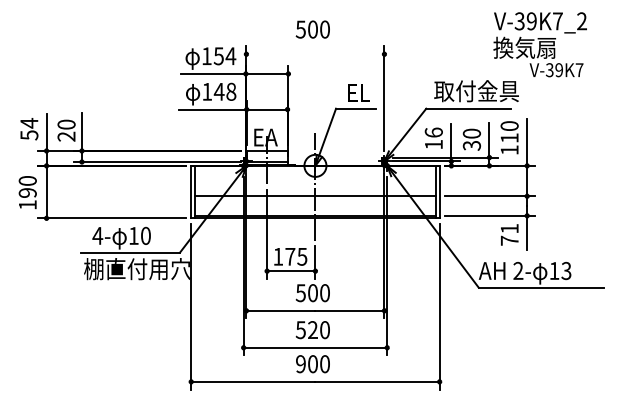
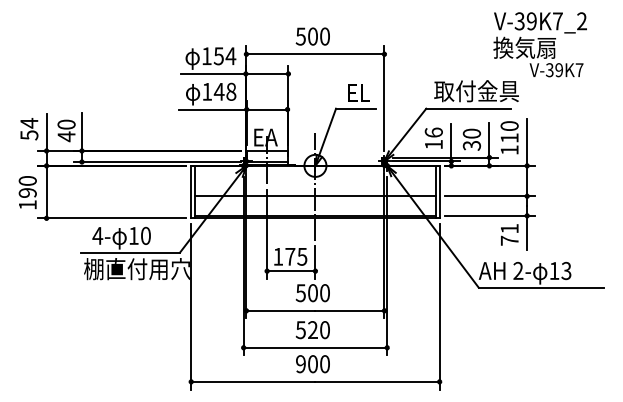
text at (312, 29) position: (312, 29) -> (312, 36)
line at (314, 54): none -> present
text at (66, 136): 20 -> 40
